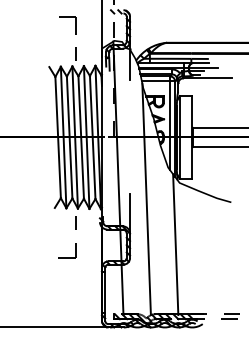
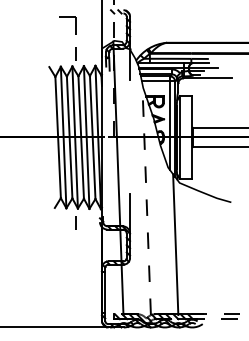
line at (146, 199): solid -> dashed
part at (67, 257): present -> none
